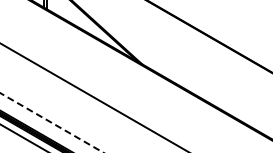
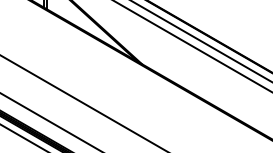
line at (201, 41): none -> present
line at (192, 46): none -> present
line at (93, 96) position: (93, 96) -> (83, 102)
line at (51, 122): dashed -> solid
